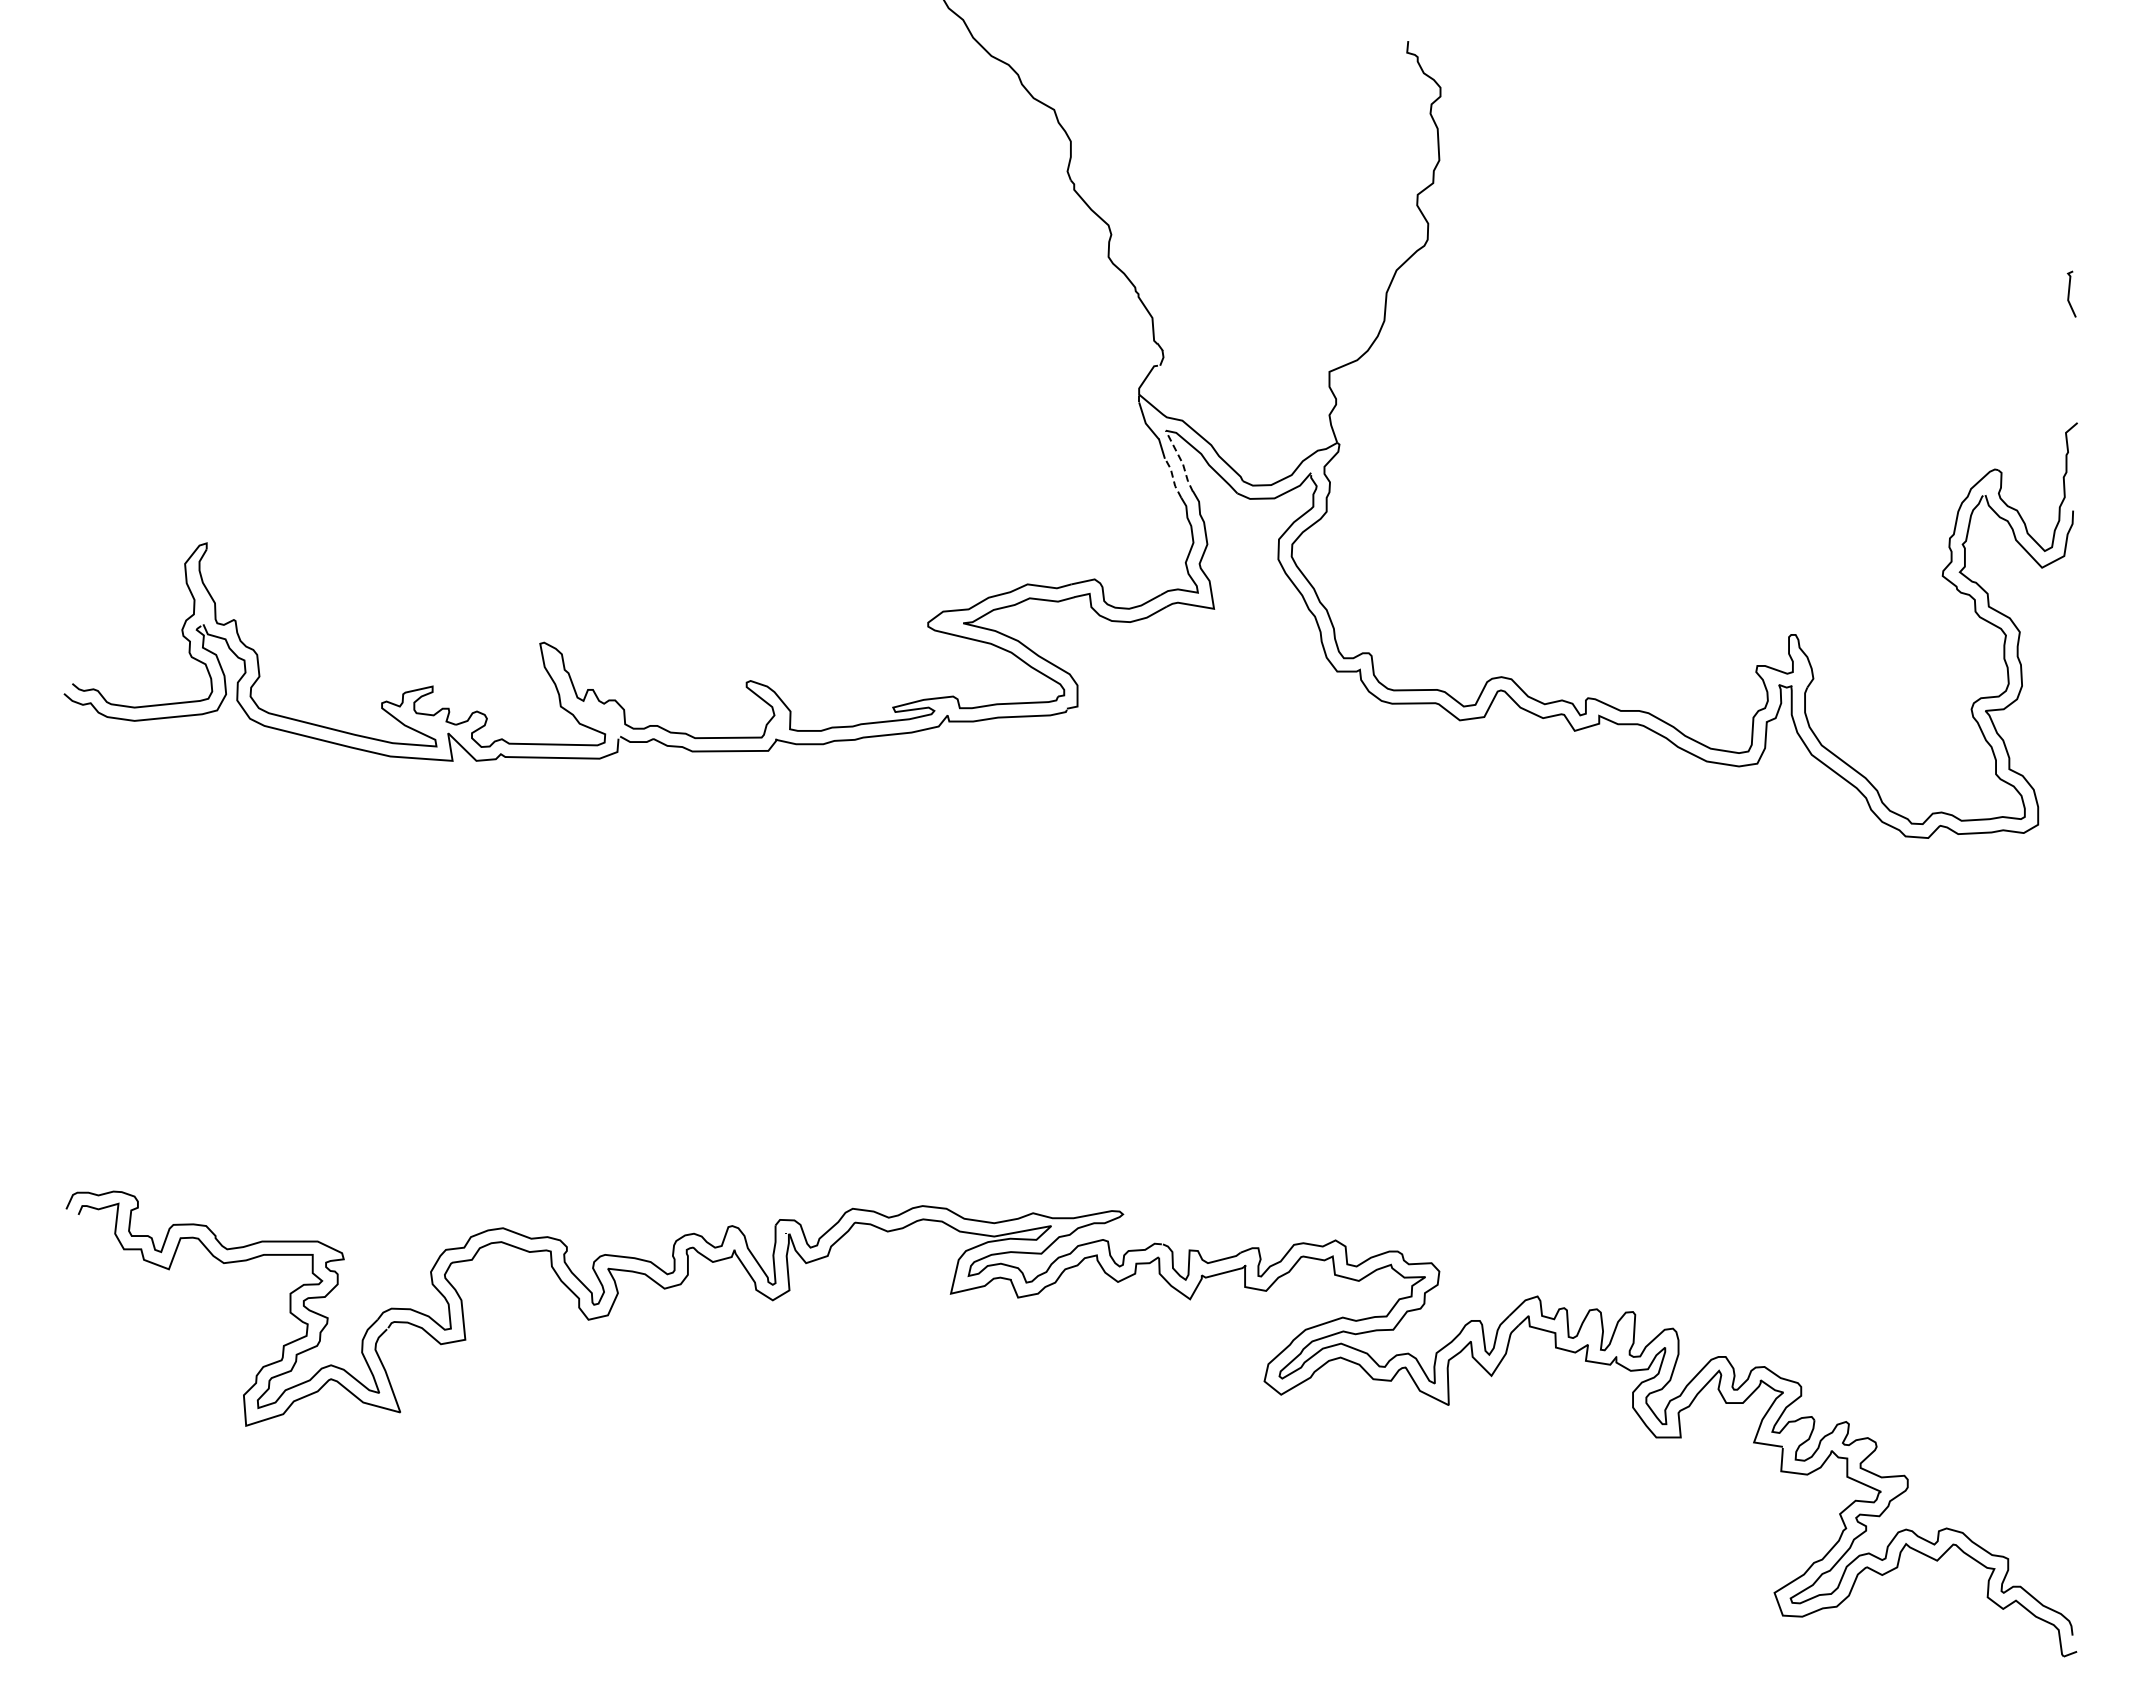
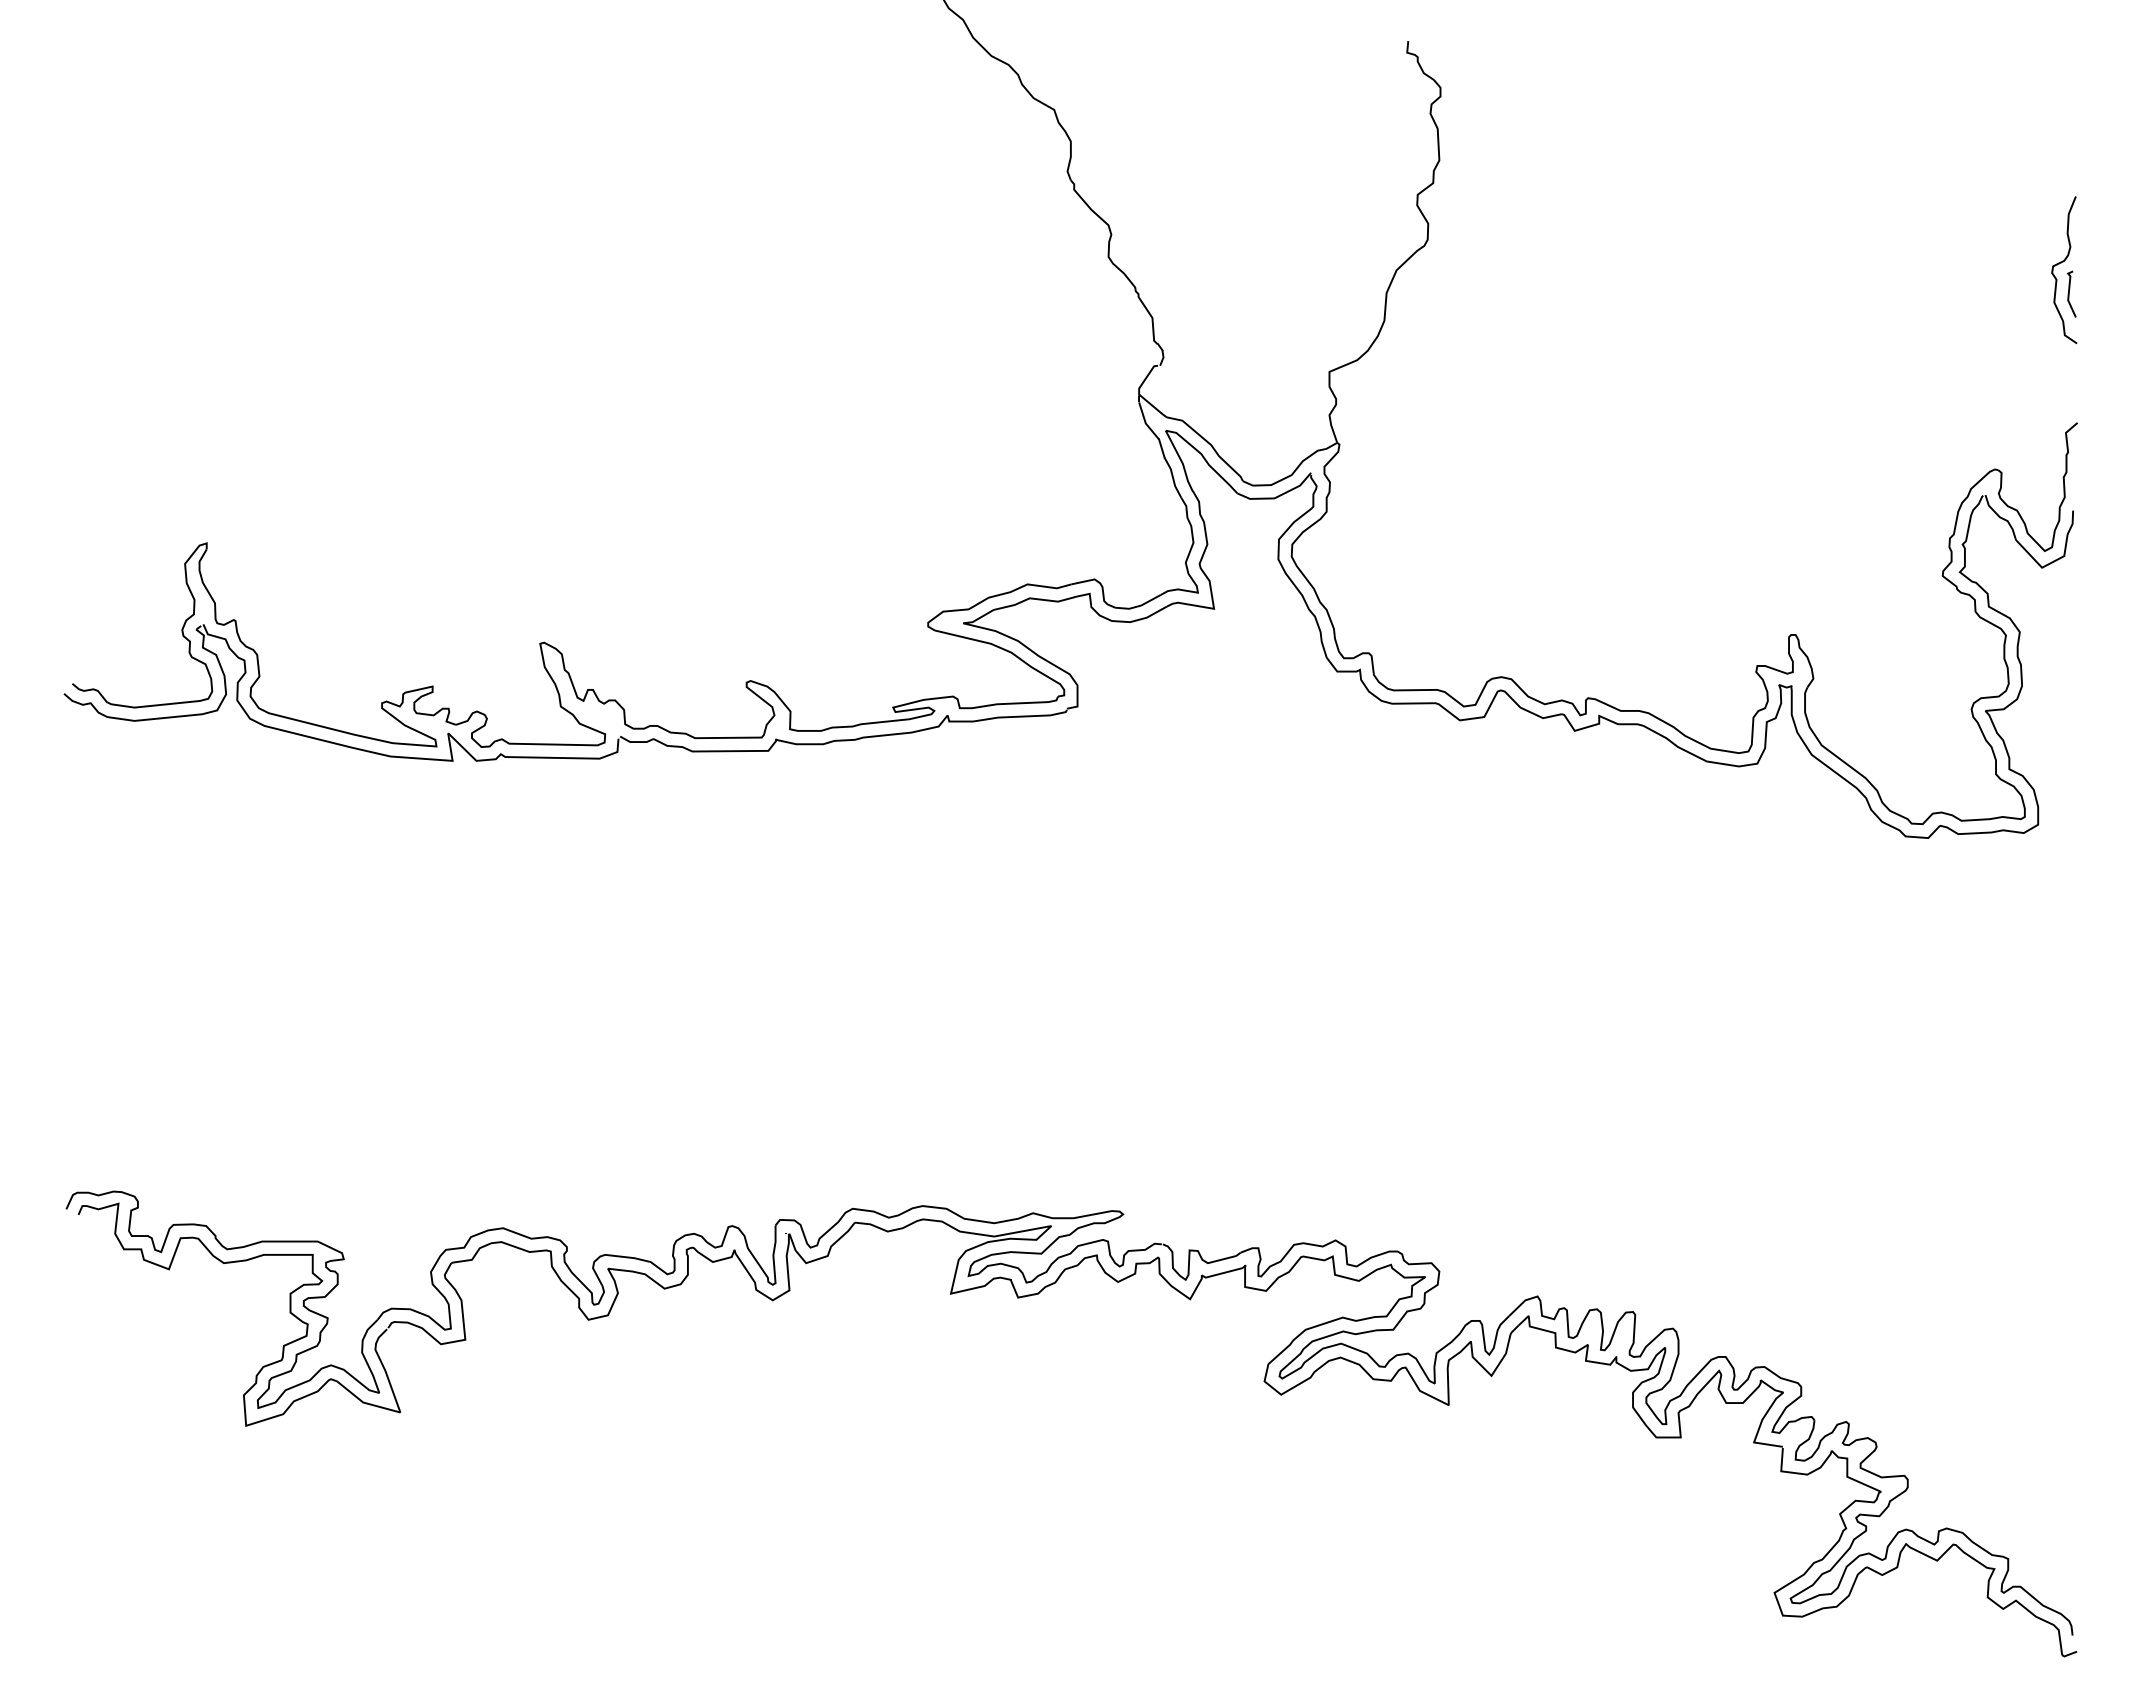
curve at (2061, 263): none -> present
line at (1181, 461): dashed -> solid
line at (1172, 477): dashed -> solid
